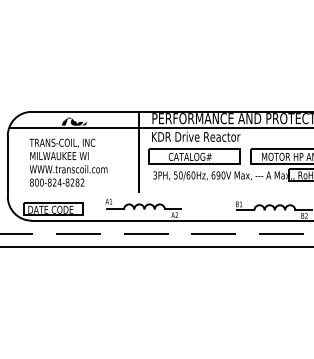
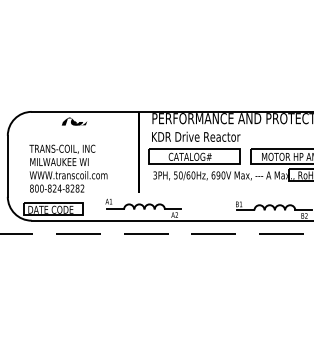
line at (160, 127): present -> none
text at (68, 162) position: (68, 162) -> (68, 168)
line at (156, 247): present -> none
